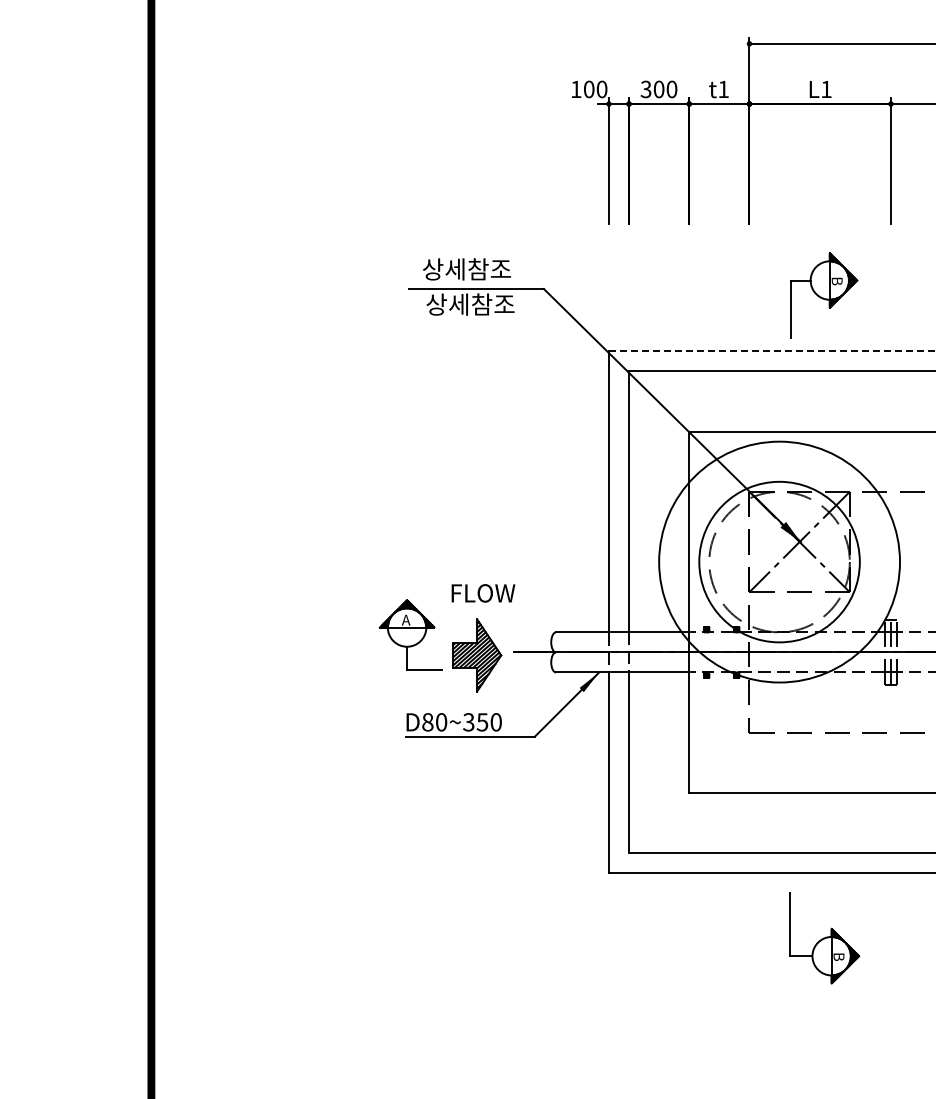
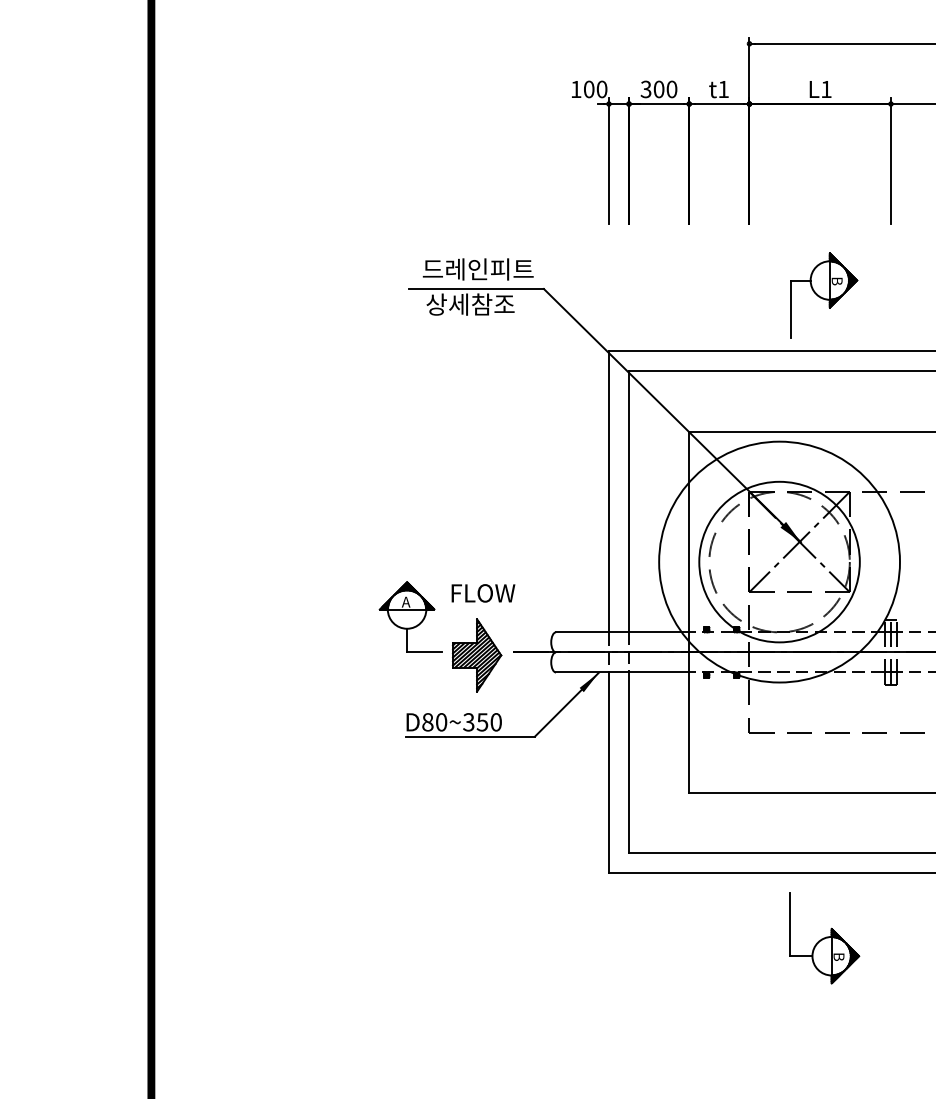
text at (477, 269): 상세참조 -> 드레인피트
line at (772, 351): dashed -> solid
part at (410, 634) position: (410, 634) -> (410, 616)
